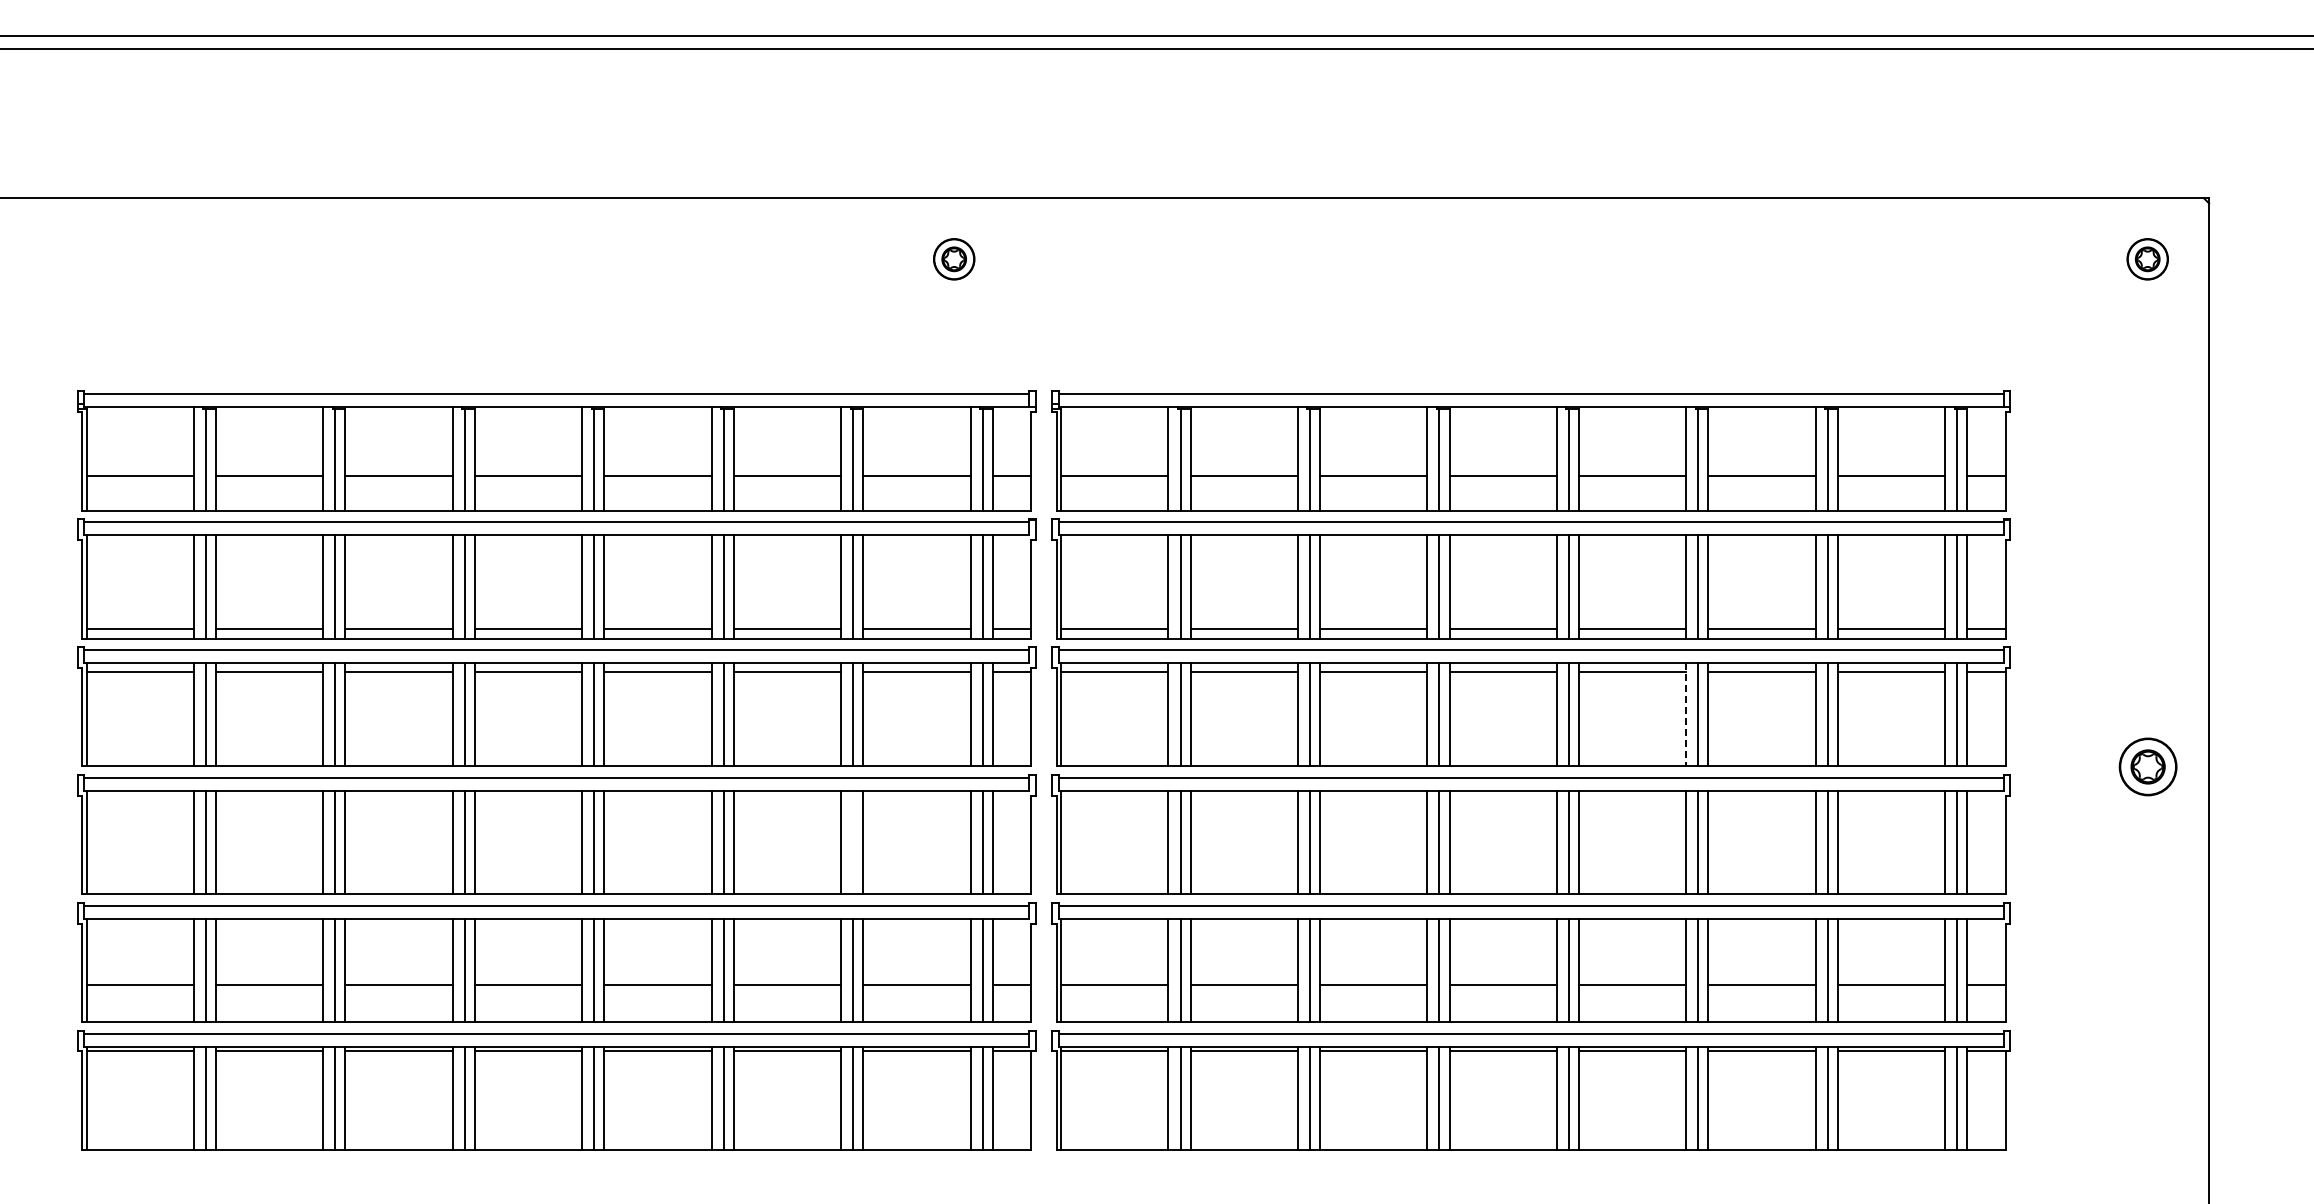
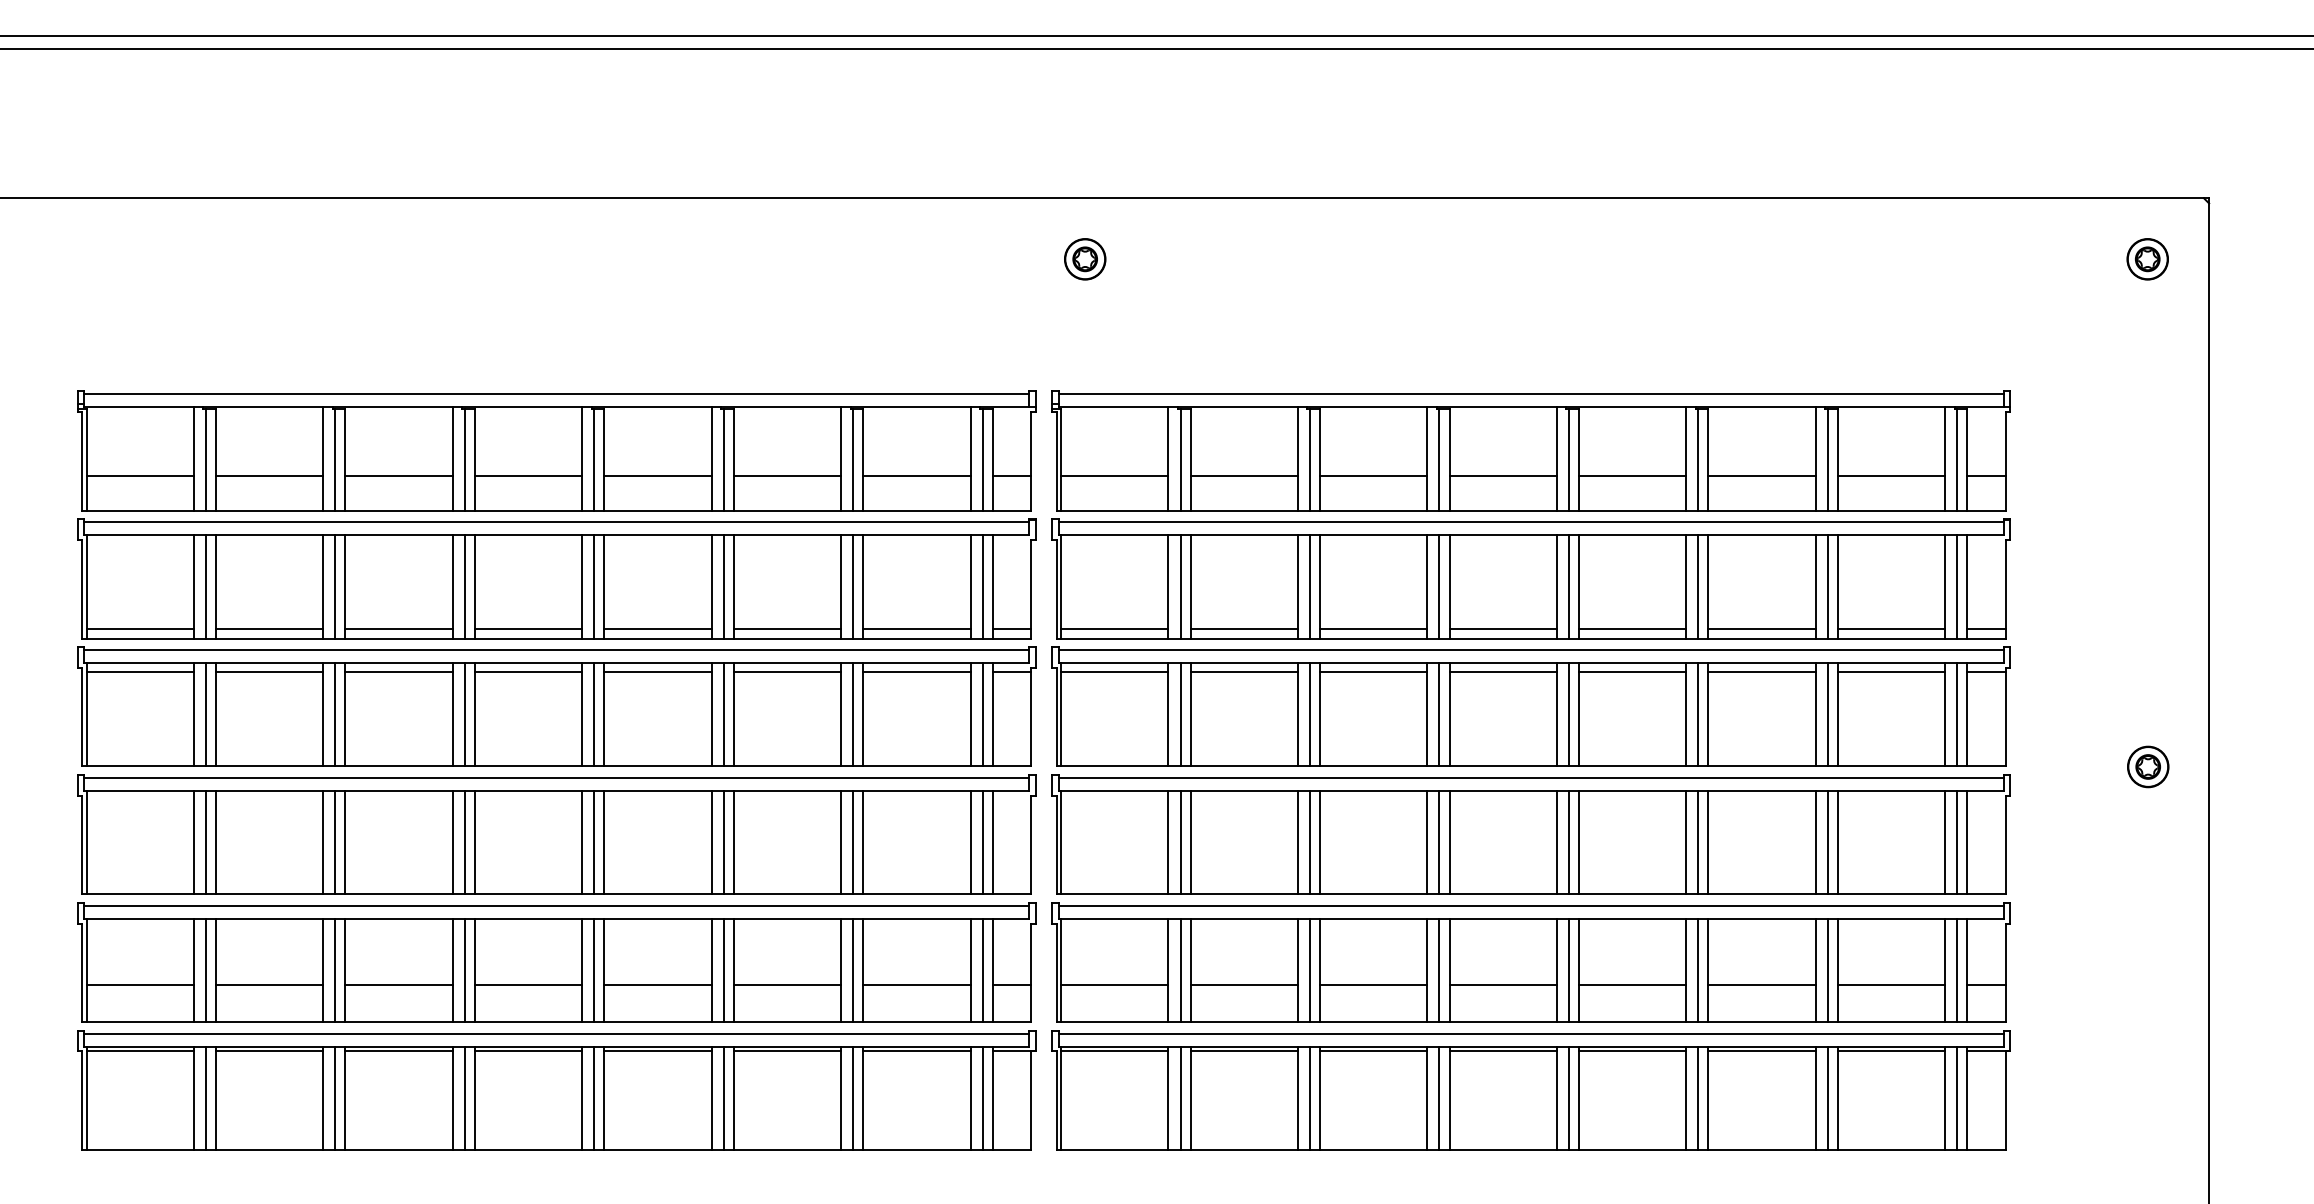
part at (954, 259) position: (954, 259) -> (1085, 259)
line at (1686, 714): dashed -> solid
part at (2147, 766) size: 60x60 px -> 43x44 px
line at (853, 842): none -> present
